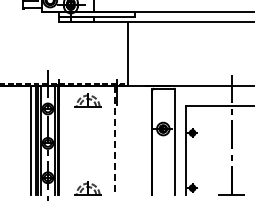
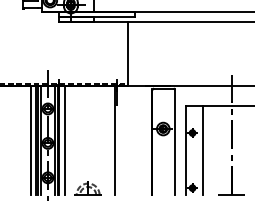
part at (87, 100): present -> none
line at (65, 140): none -> present
line at (115, 140): dashed -> solid
line at (202, 150): none -> present
